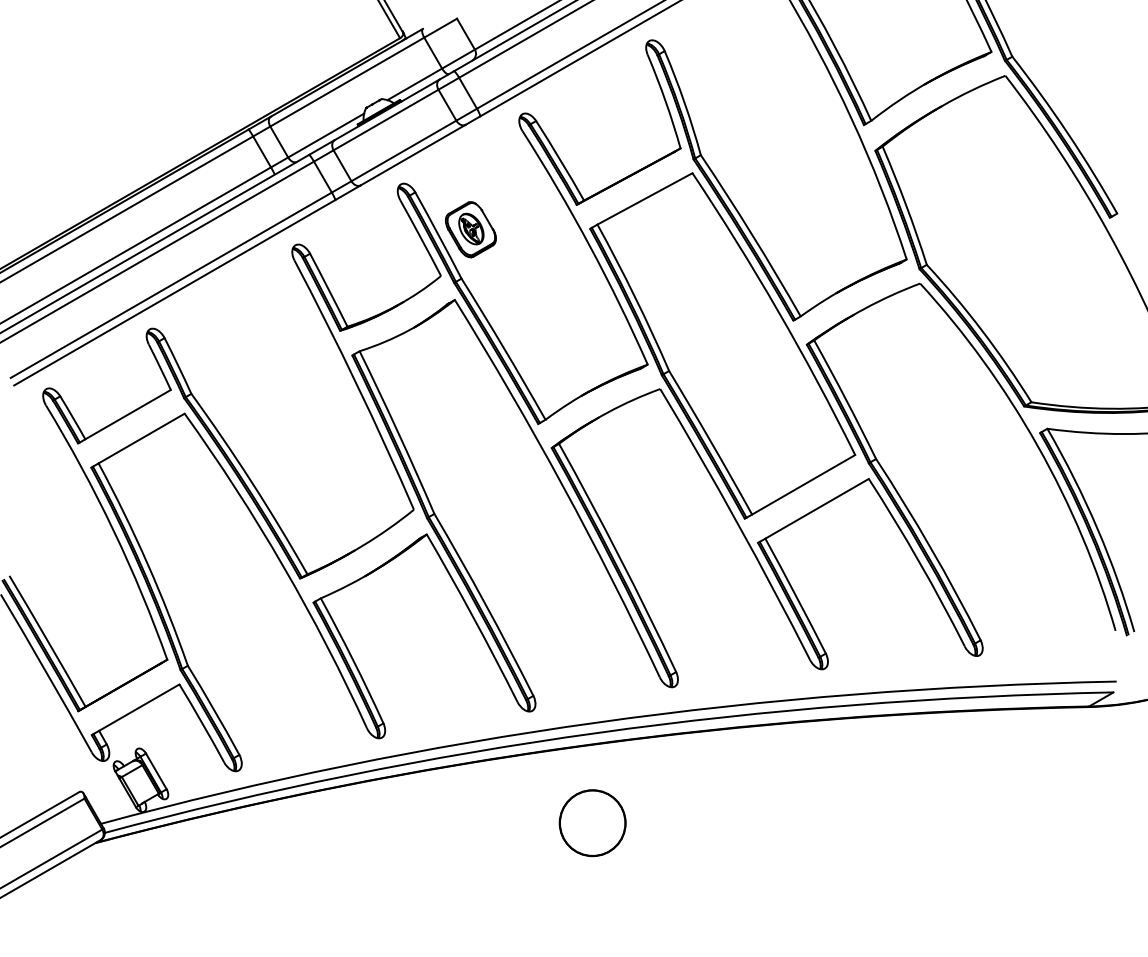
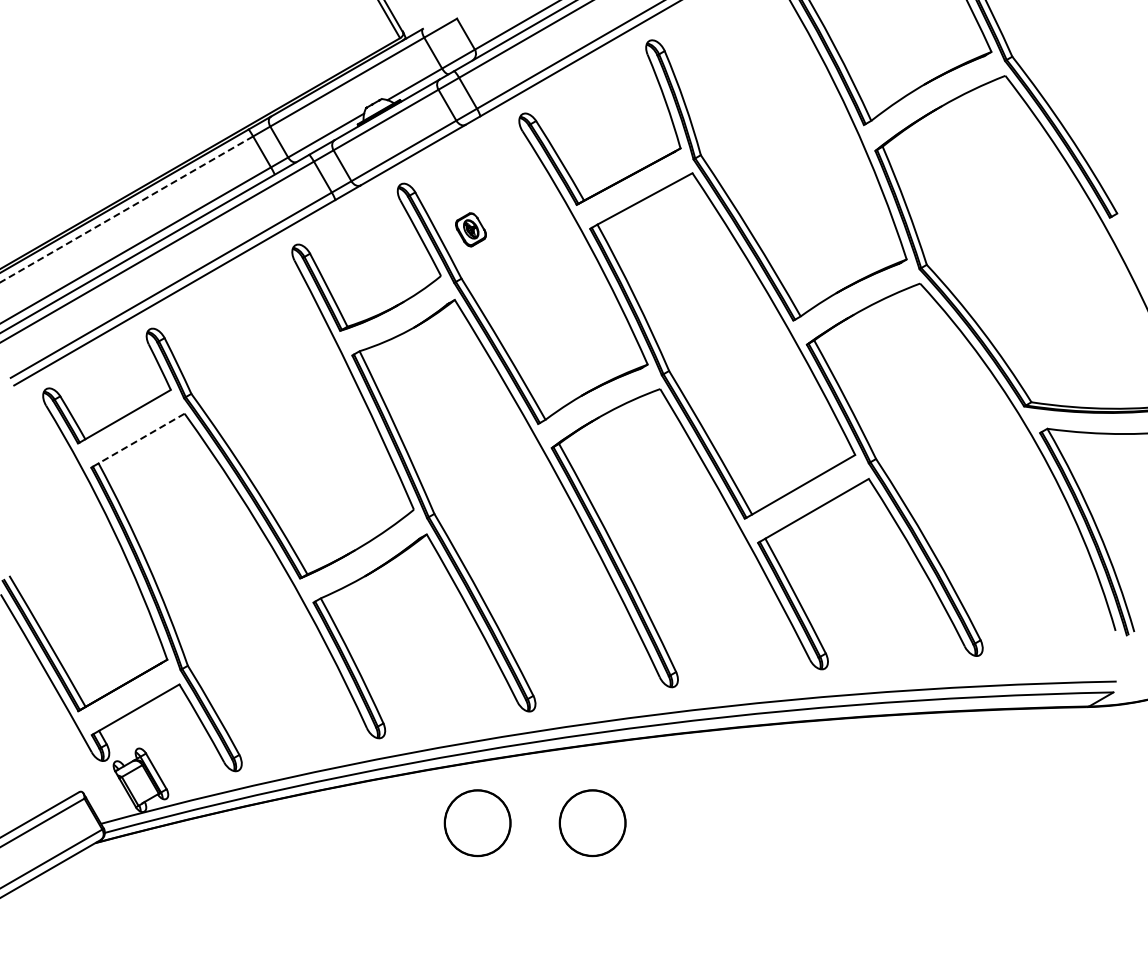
line at (126, 209): solid -> dashed
part at (470, 229) size: 52x58 px -> 32x36 px
line at (141, 438): solid -> dashed
part at (477, 823): none -> present
